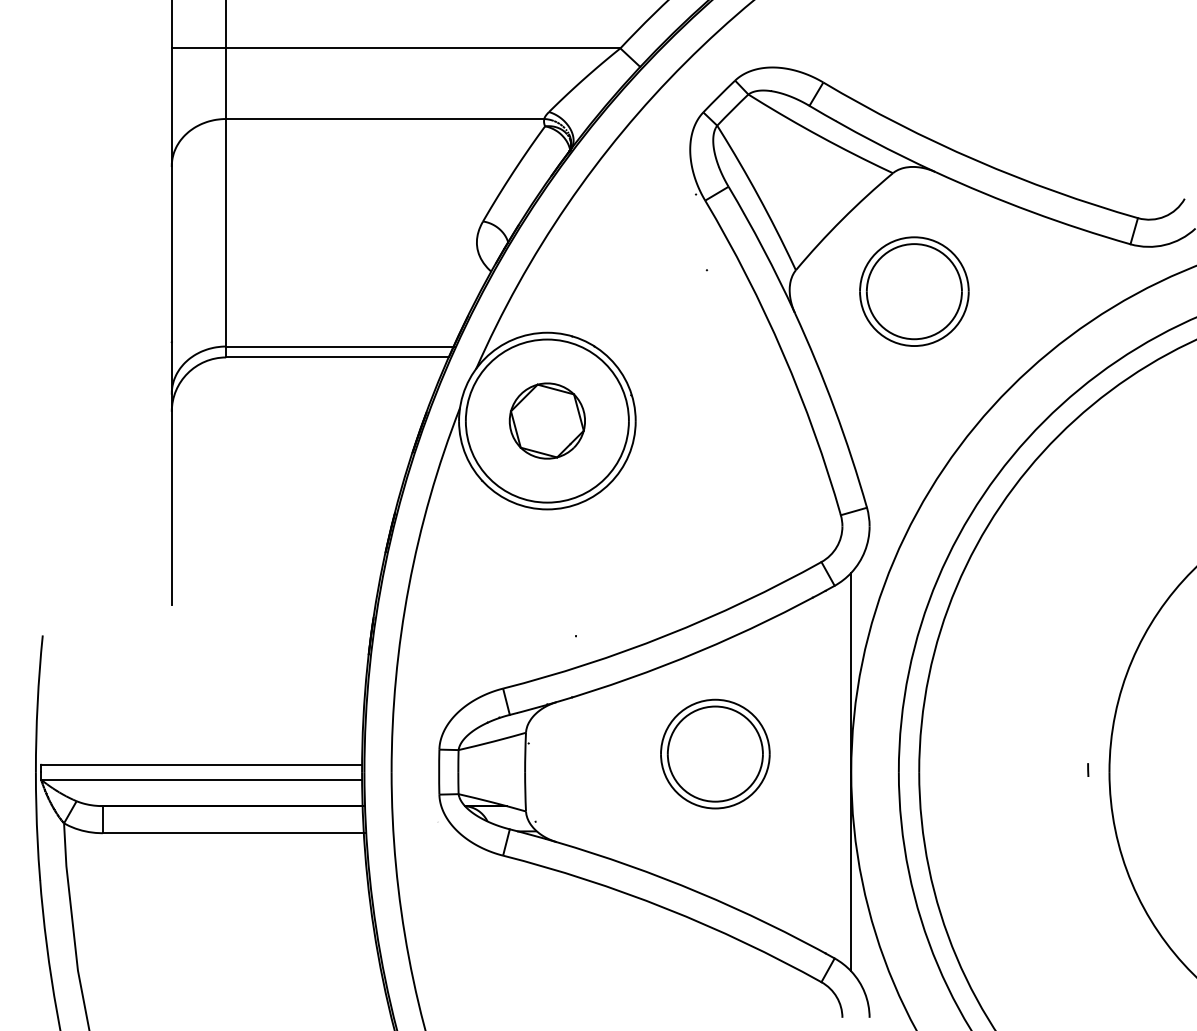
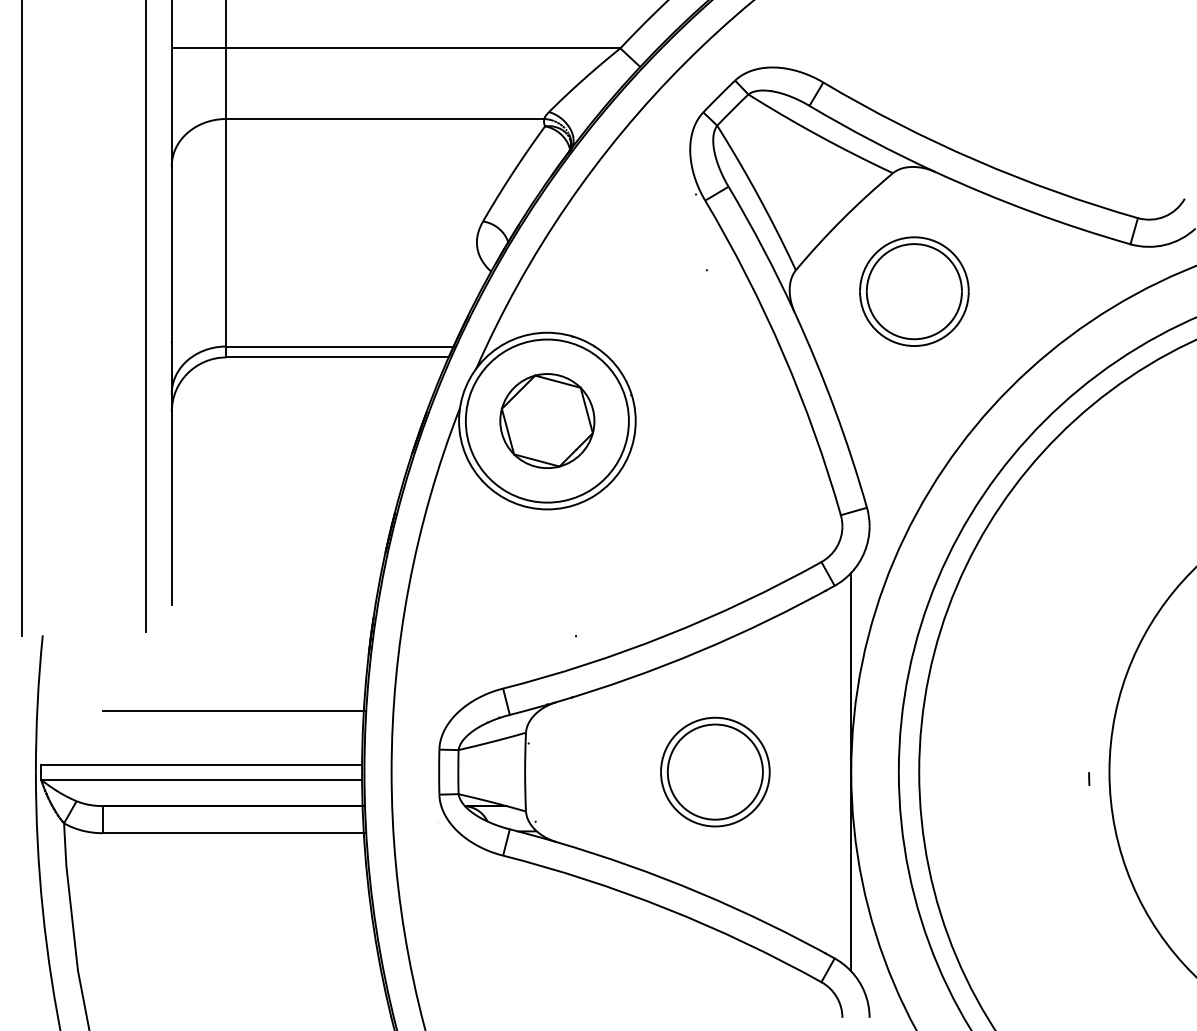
line at (145, 316): none -> present
line at (22, 319): none -> present
part at (546, 420) size: 78x78 px -> 97x96 px
line at (233, 710): none -> present
part at (715, 753) position: (715, 753) -> (715, 771)
line at (1088, 769) position: (1088, 769) -> (1089, 778)
